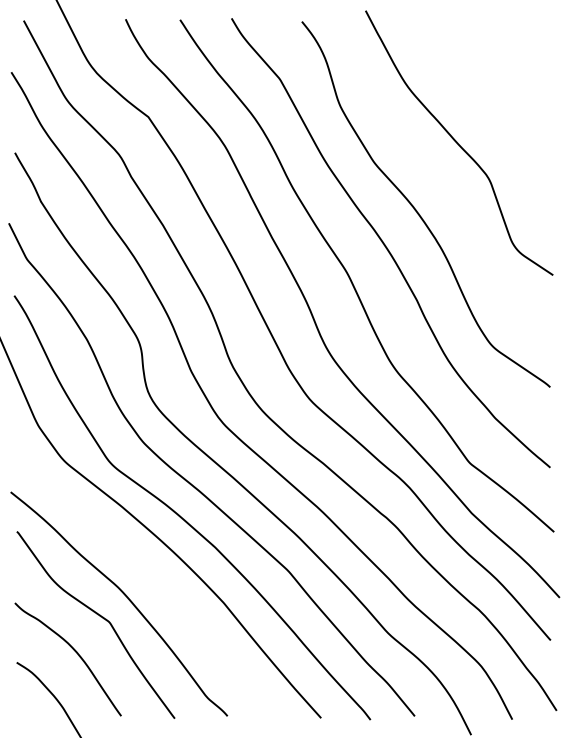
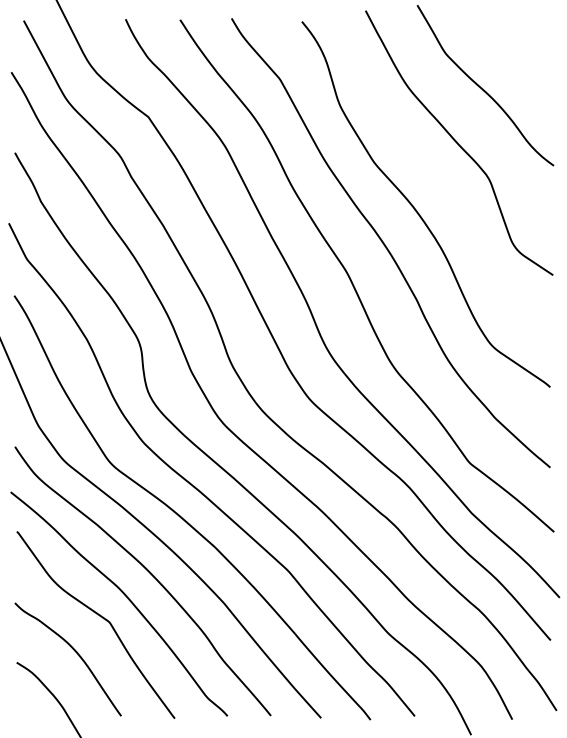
curve at (483, 88): none -> present
curve at (149, 573): none -> present
